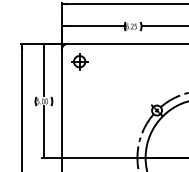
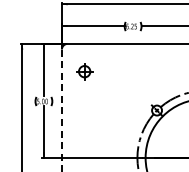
part at (79, 61) position: (79, 61) -> (84, 71)
line at (61, 110): solid -> dashed
